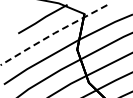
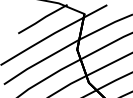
line at (52, 34): dashed -> solid
